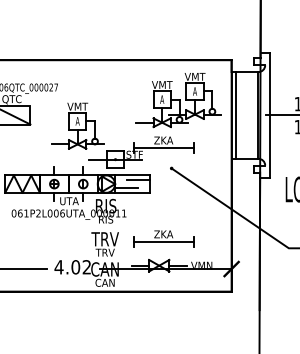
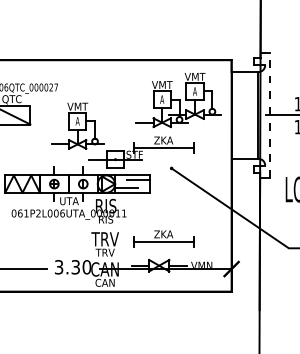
line at (235, 115): present -> none
line at (270, 115): solid -> dashed
text at (72, 267): 4.02 -> 3.30
